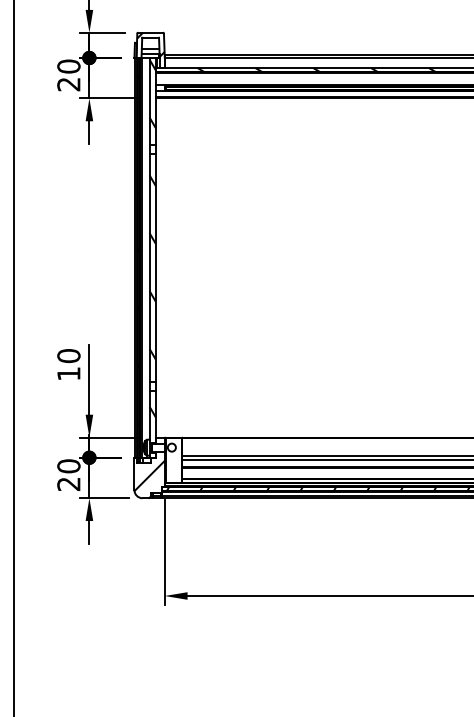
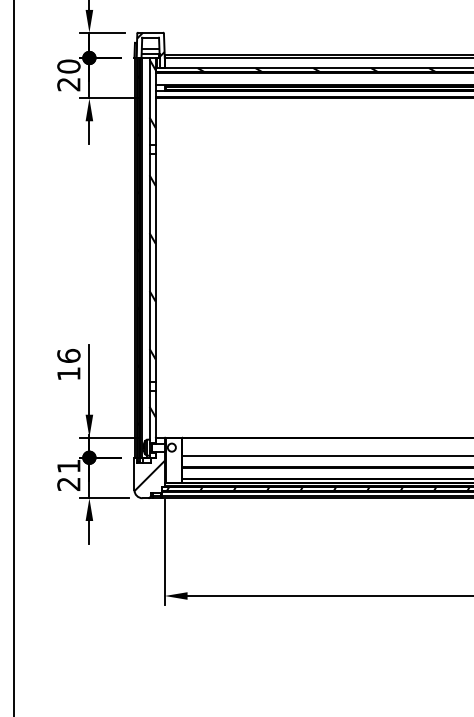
text at (68, 356): 10 -> 16
line at (326, 459): present -> none
text at (68, 466): 20 -> 21
